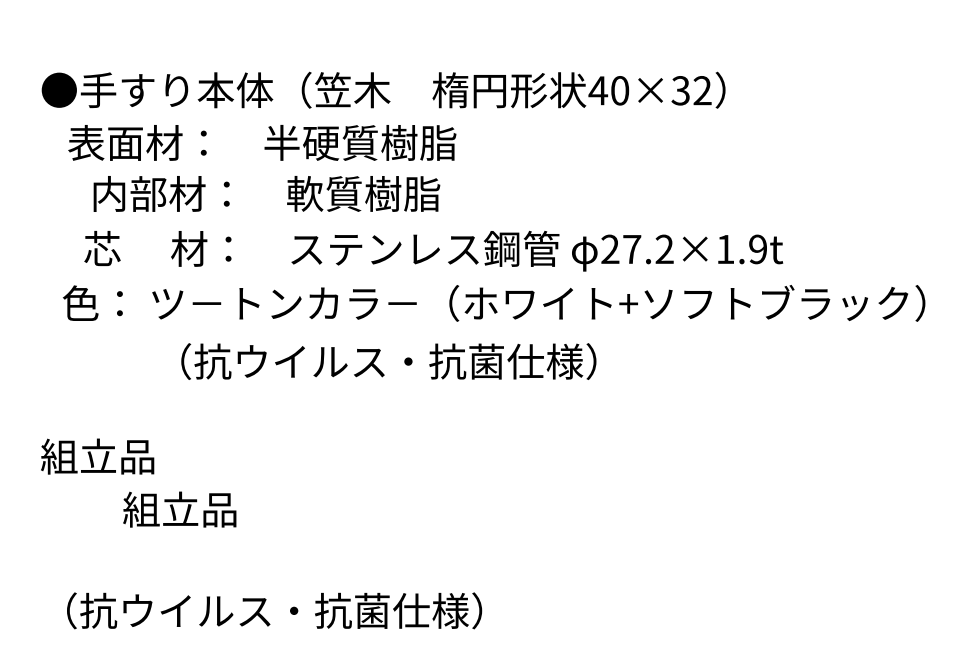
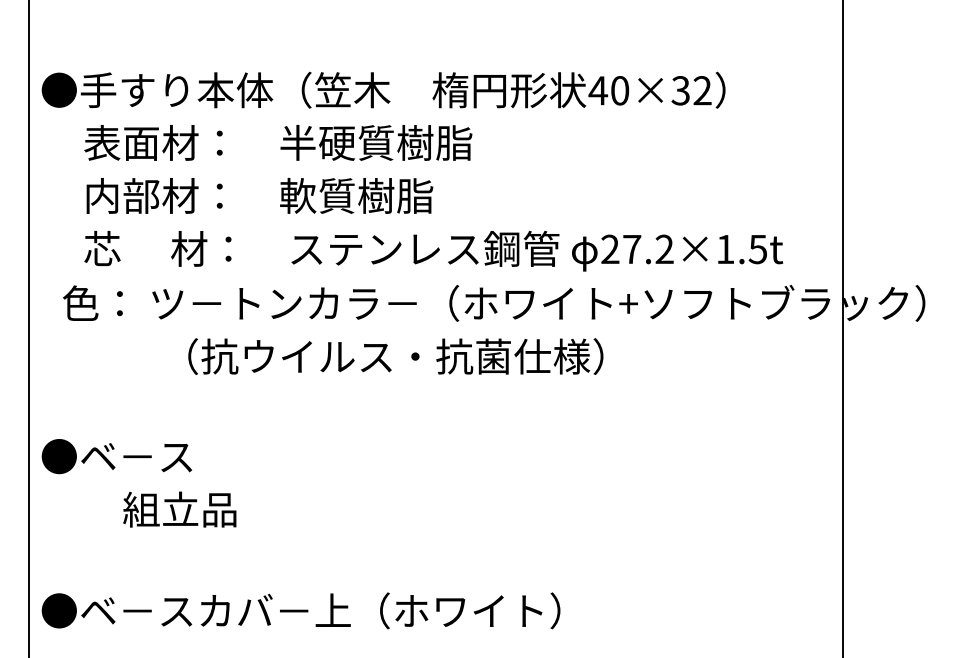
text at (262, 142) position: (262, 142) -> (278, 142)
text at (266, 193) position: (266, 193) -> (259, 195)
text at (757, 249): 27.2×1.9t -> 27.2×1.5t
line at (28, 328): none -> present
line at (843, 328): none -> present
text at (388, 361) position: (388, 361) -> (395, 356)
text at (116, 456): 組立品 -> ●ベ－ス
text at (300, 610): （抗ウイルス・抗菌仕様） -> ●ベ－スカバ－上（ホワイト）
